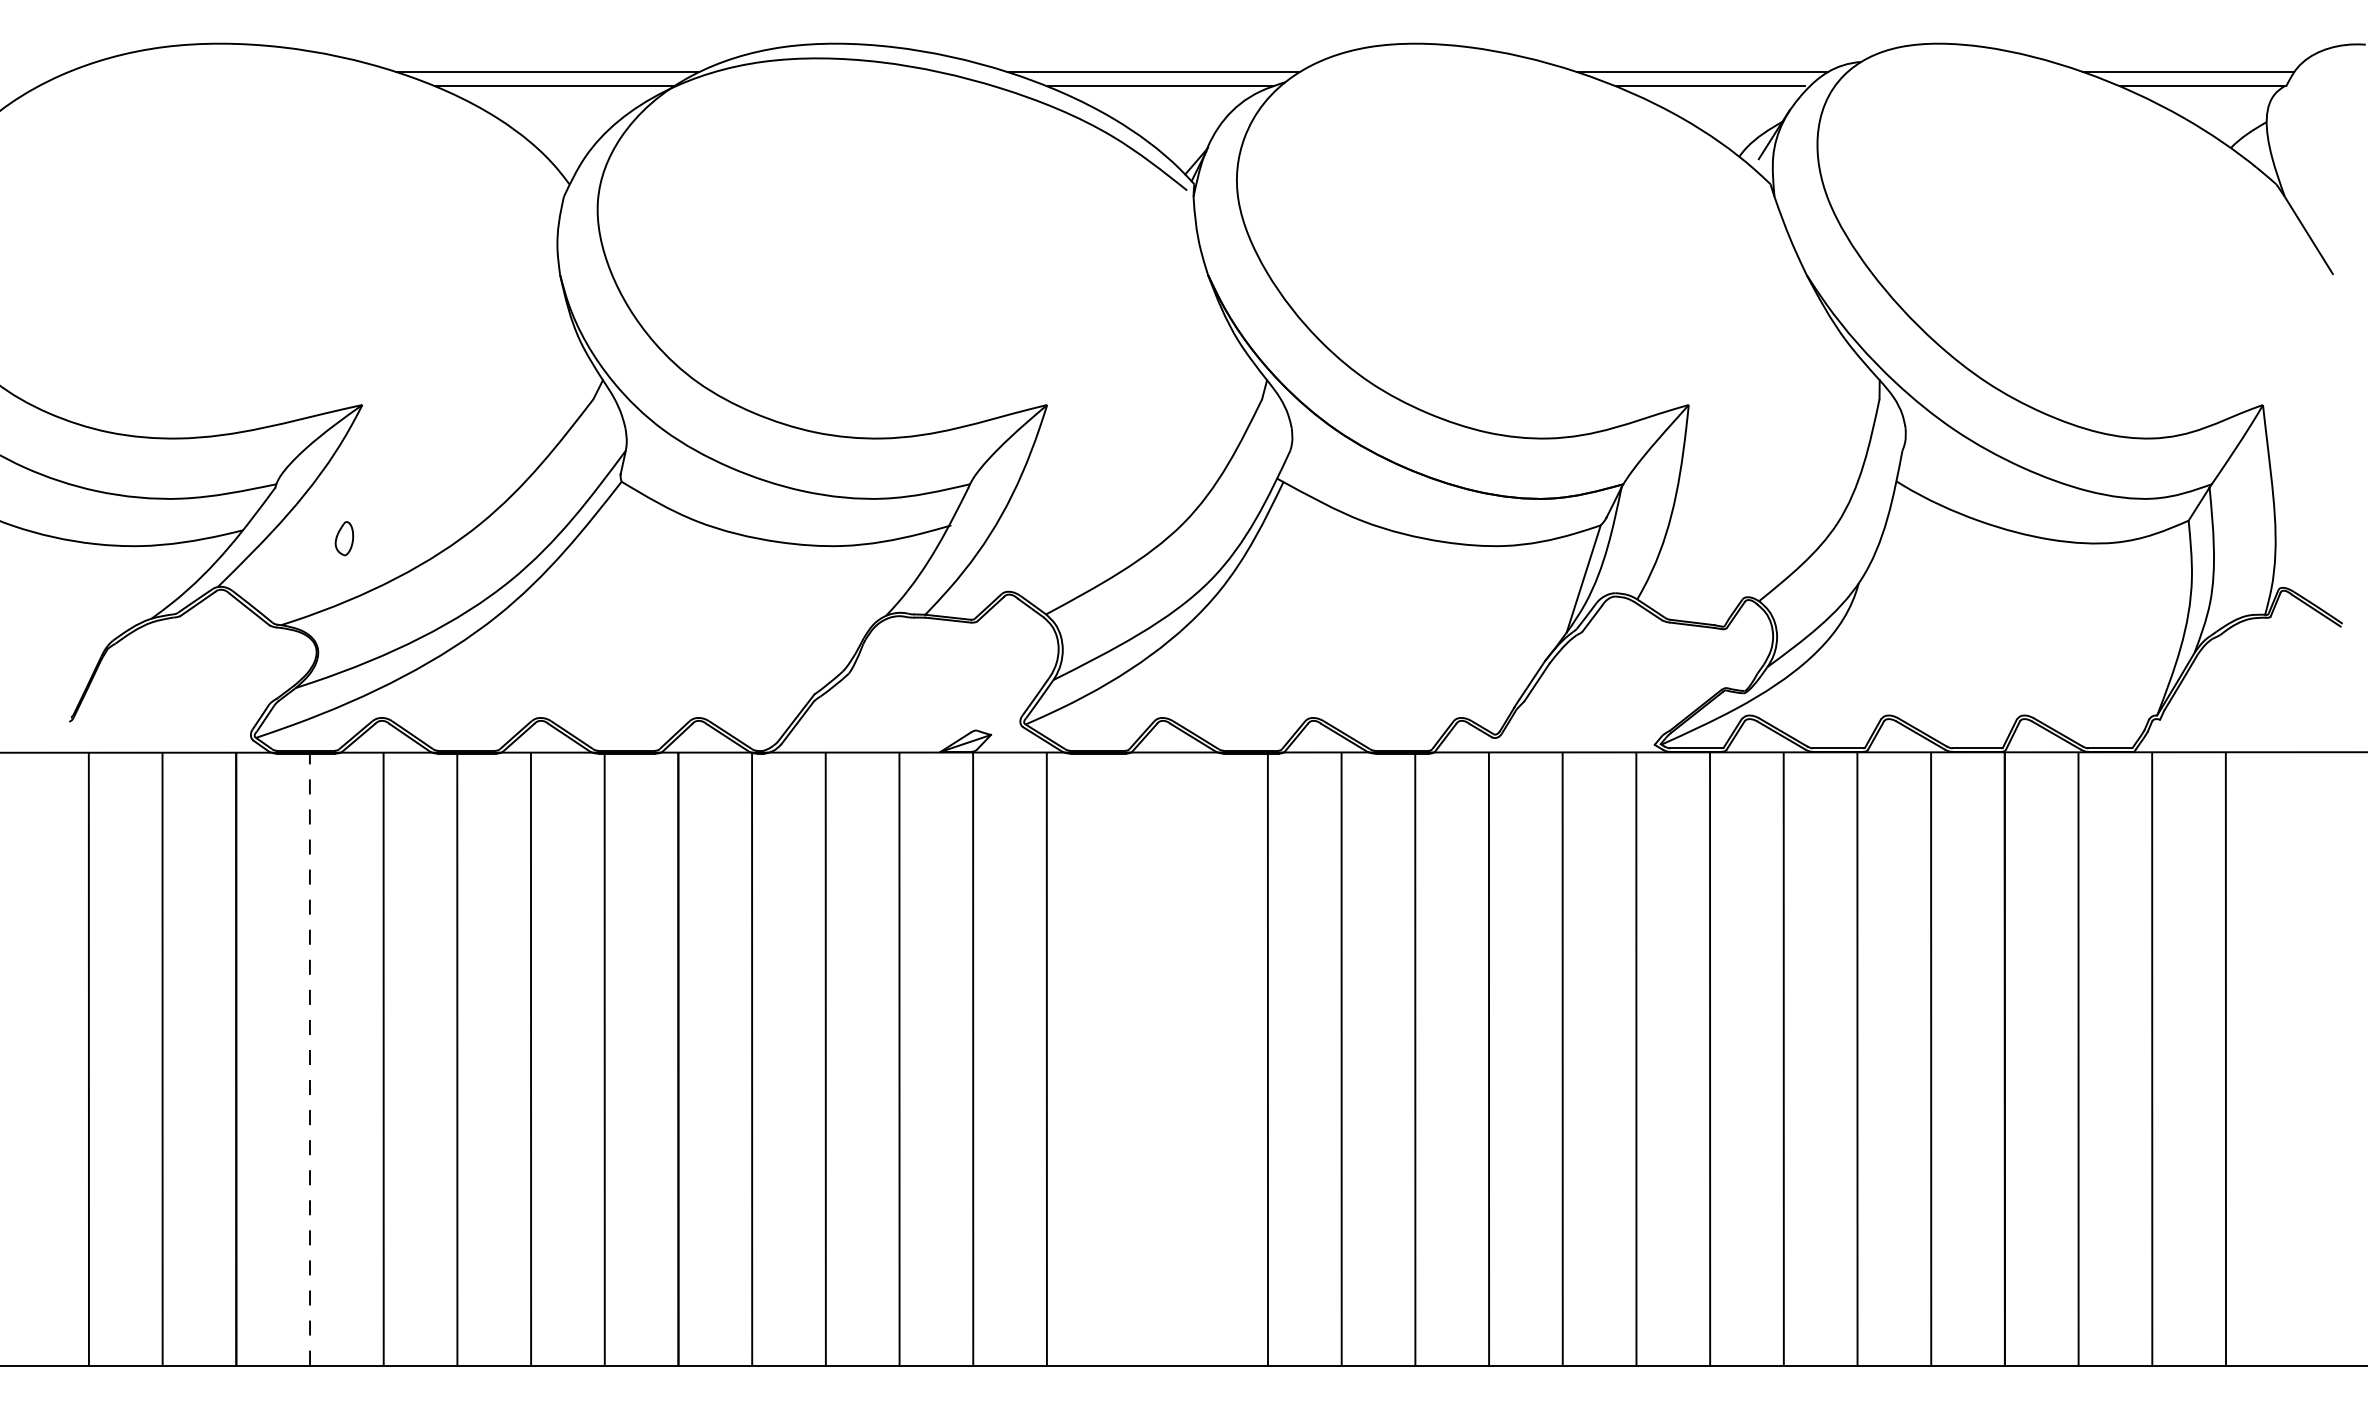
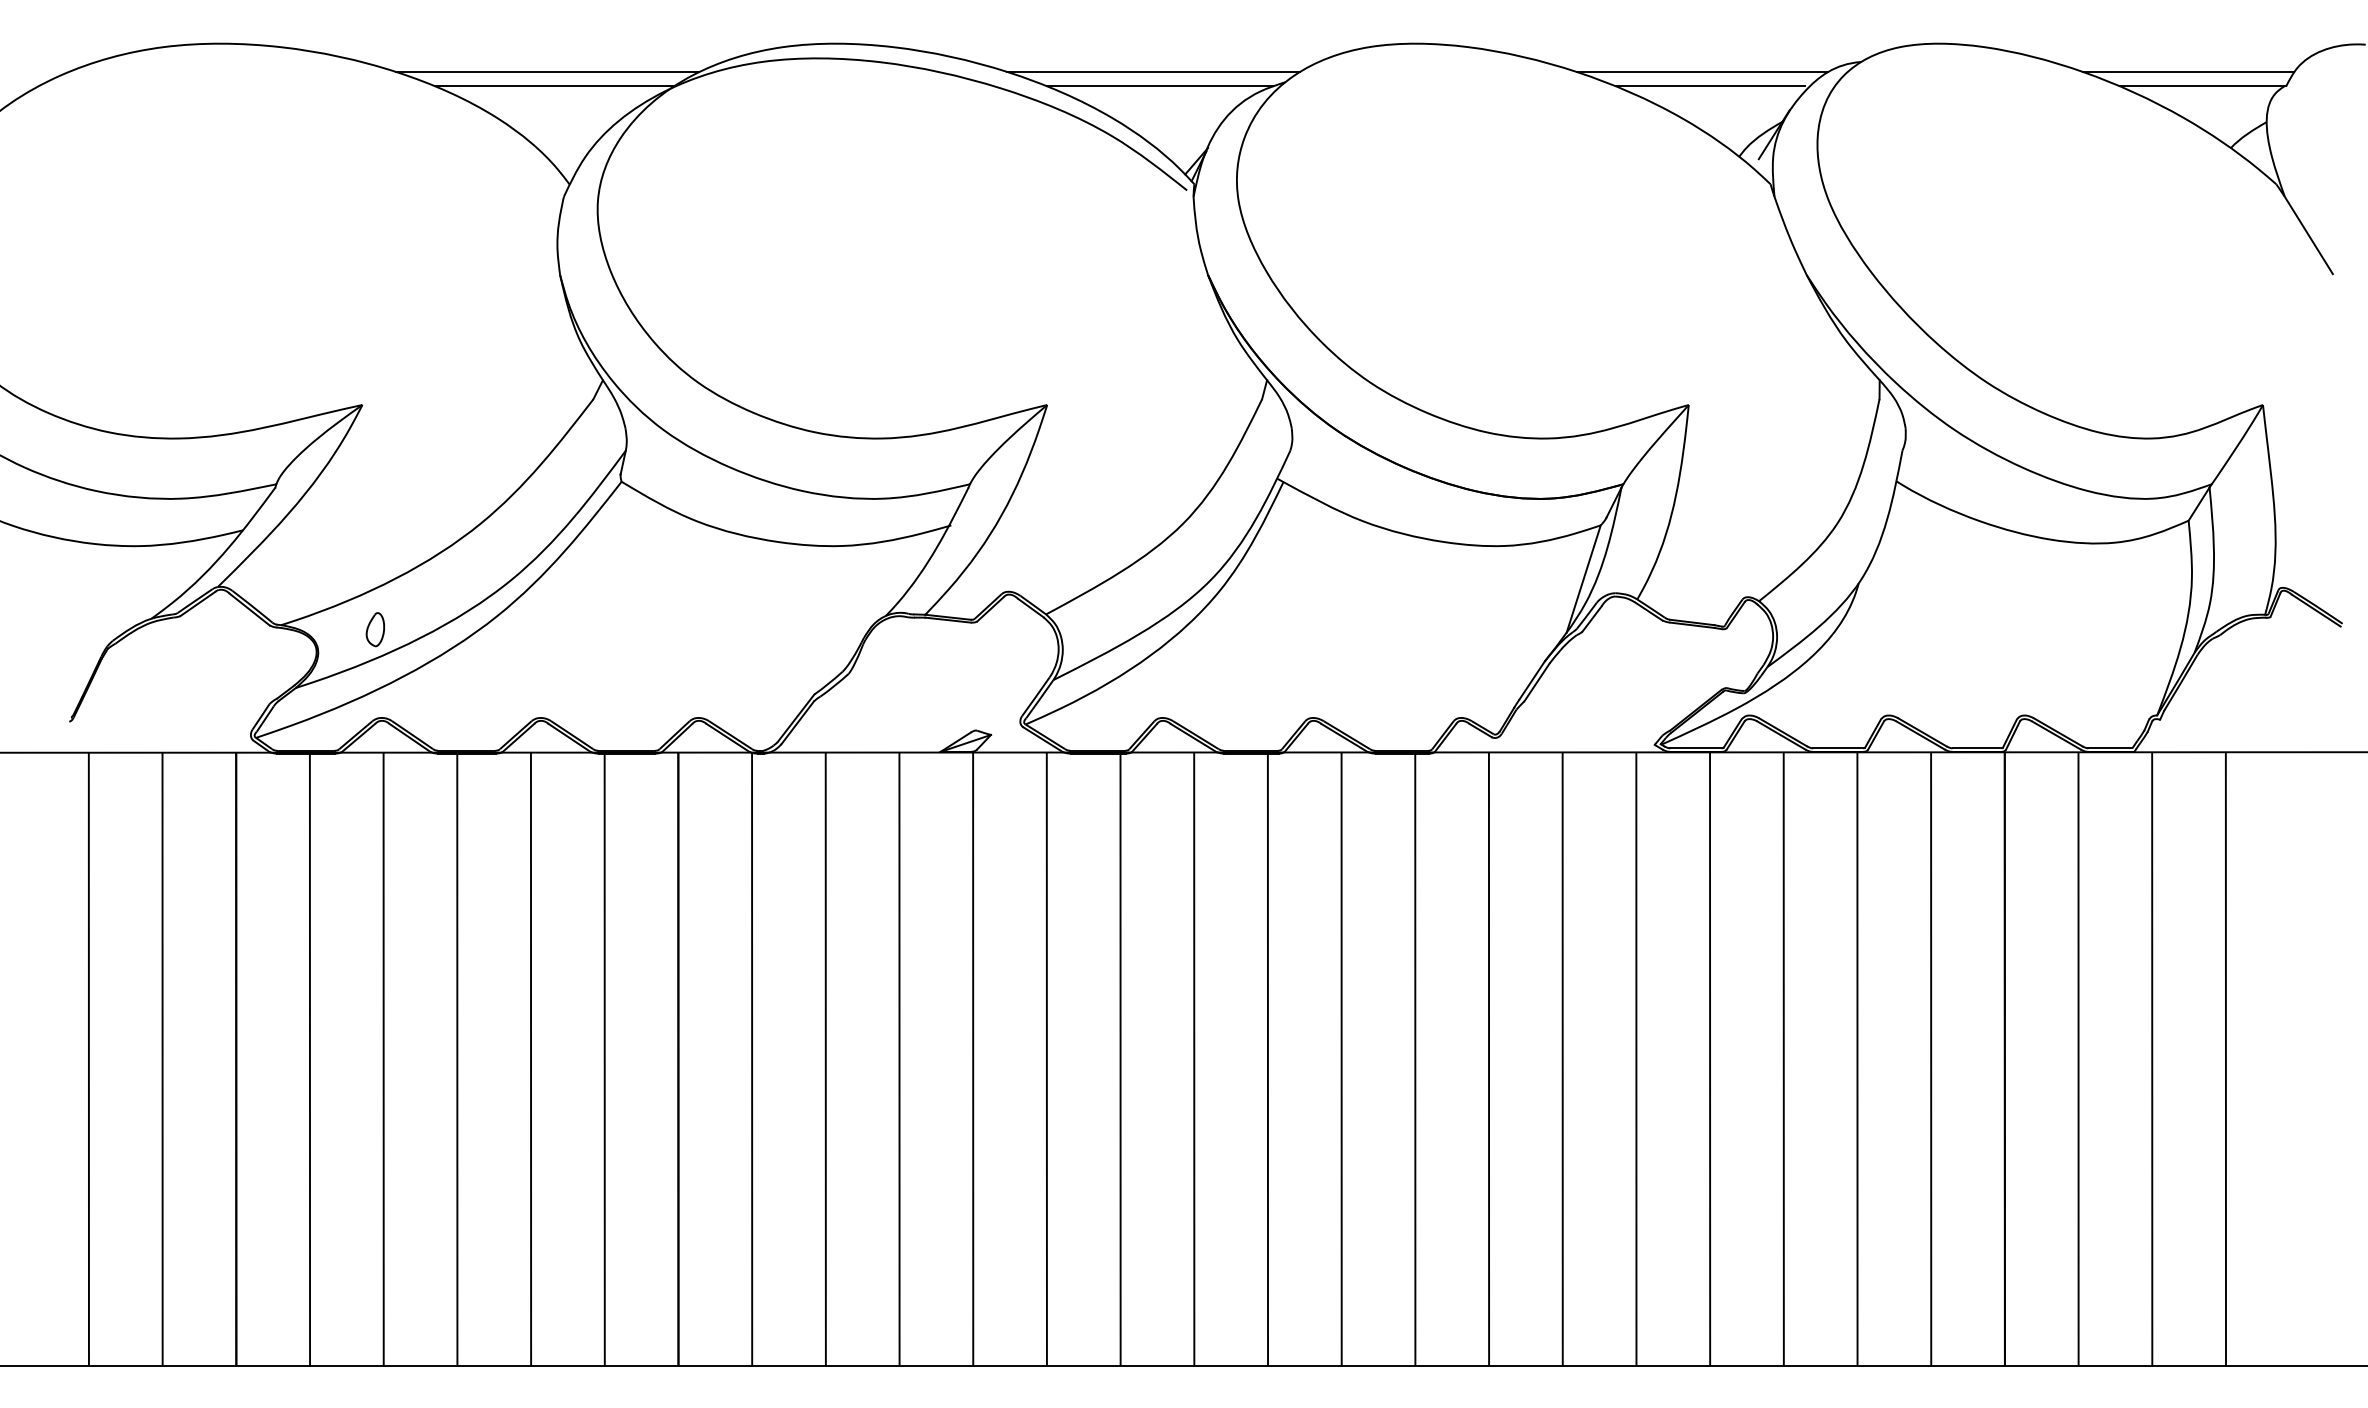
part at (343, 538) position: (343, 538) -> (374, 629)
line at (309, 1059): dashed -> solid
line at (1120, 1059): none -> present
line at (1194, 1059): none -> present
